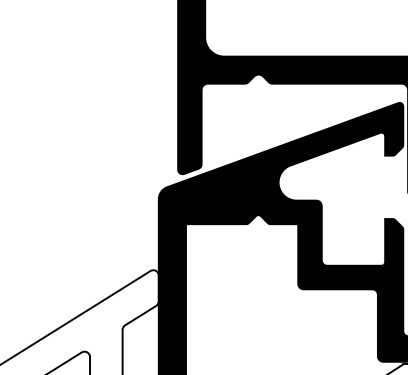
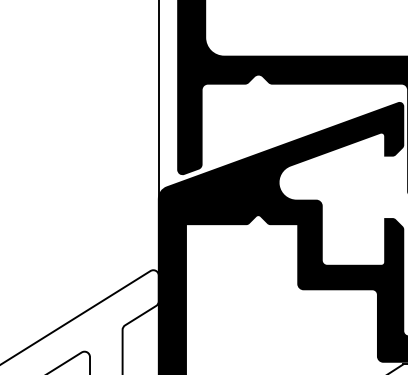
line at (158, 100): none -> present
